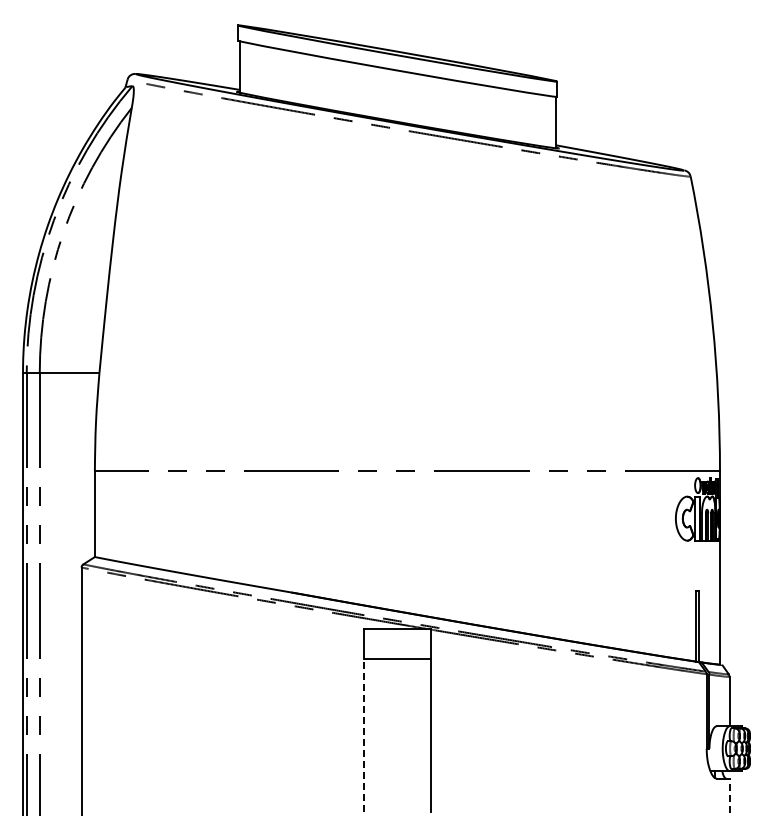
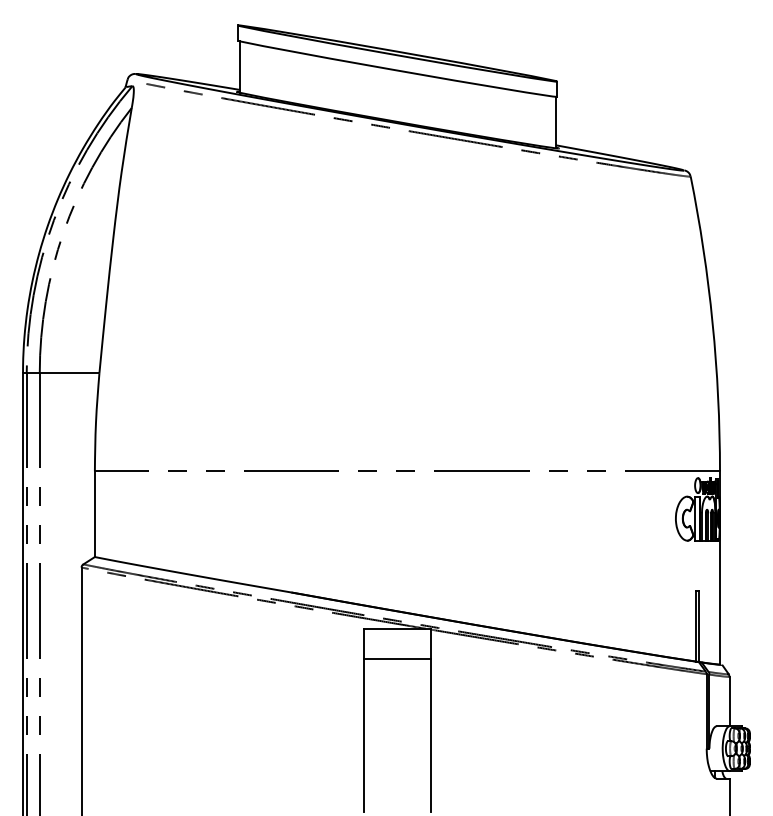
line at (364, 735): dashed -> solid
line at (729, 796): dashed -> solid
